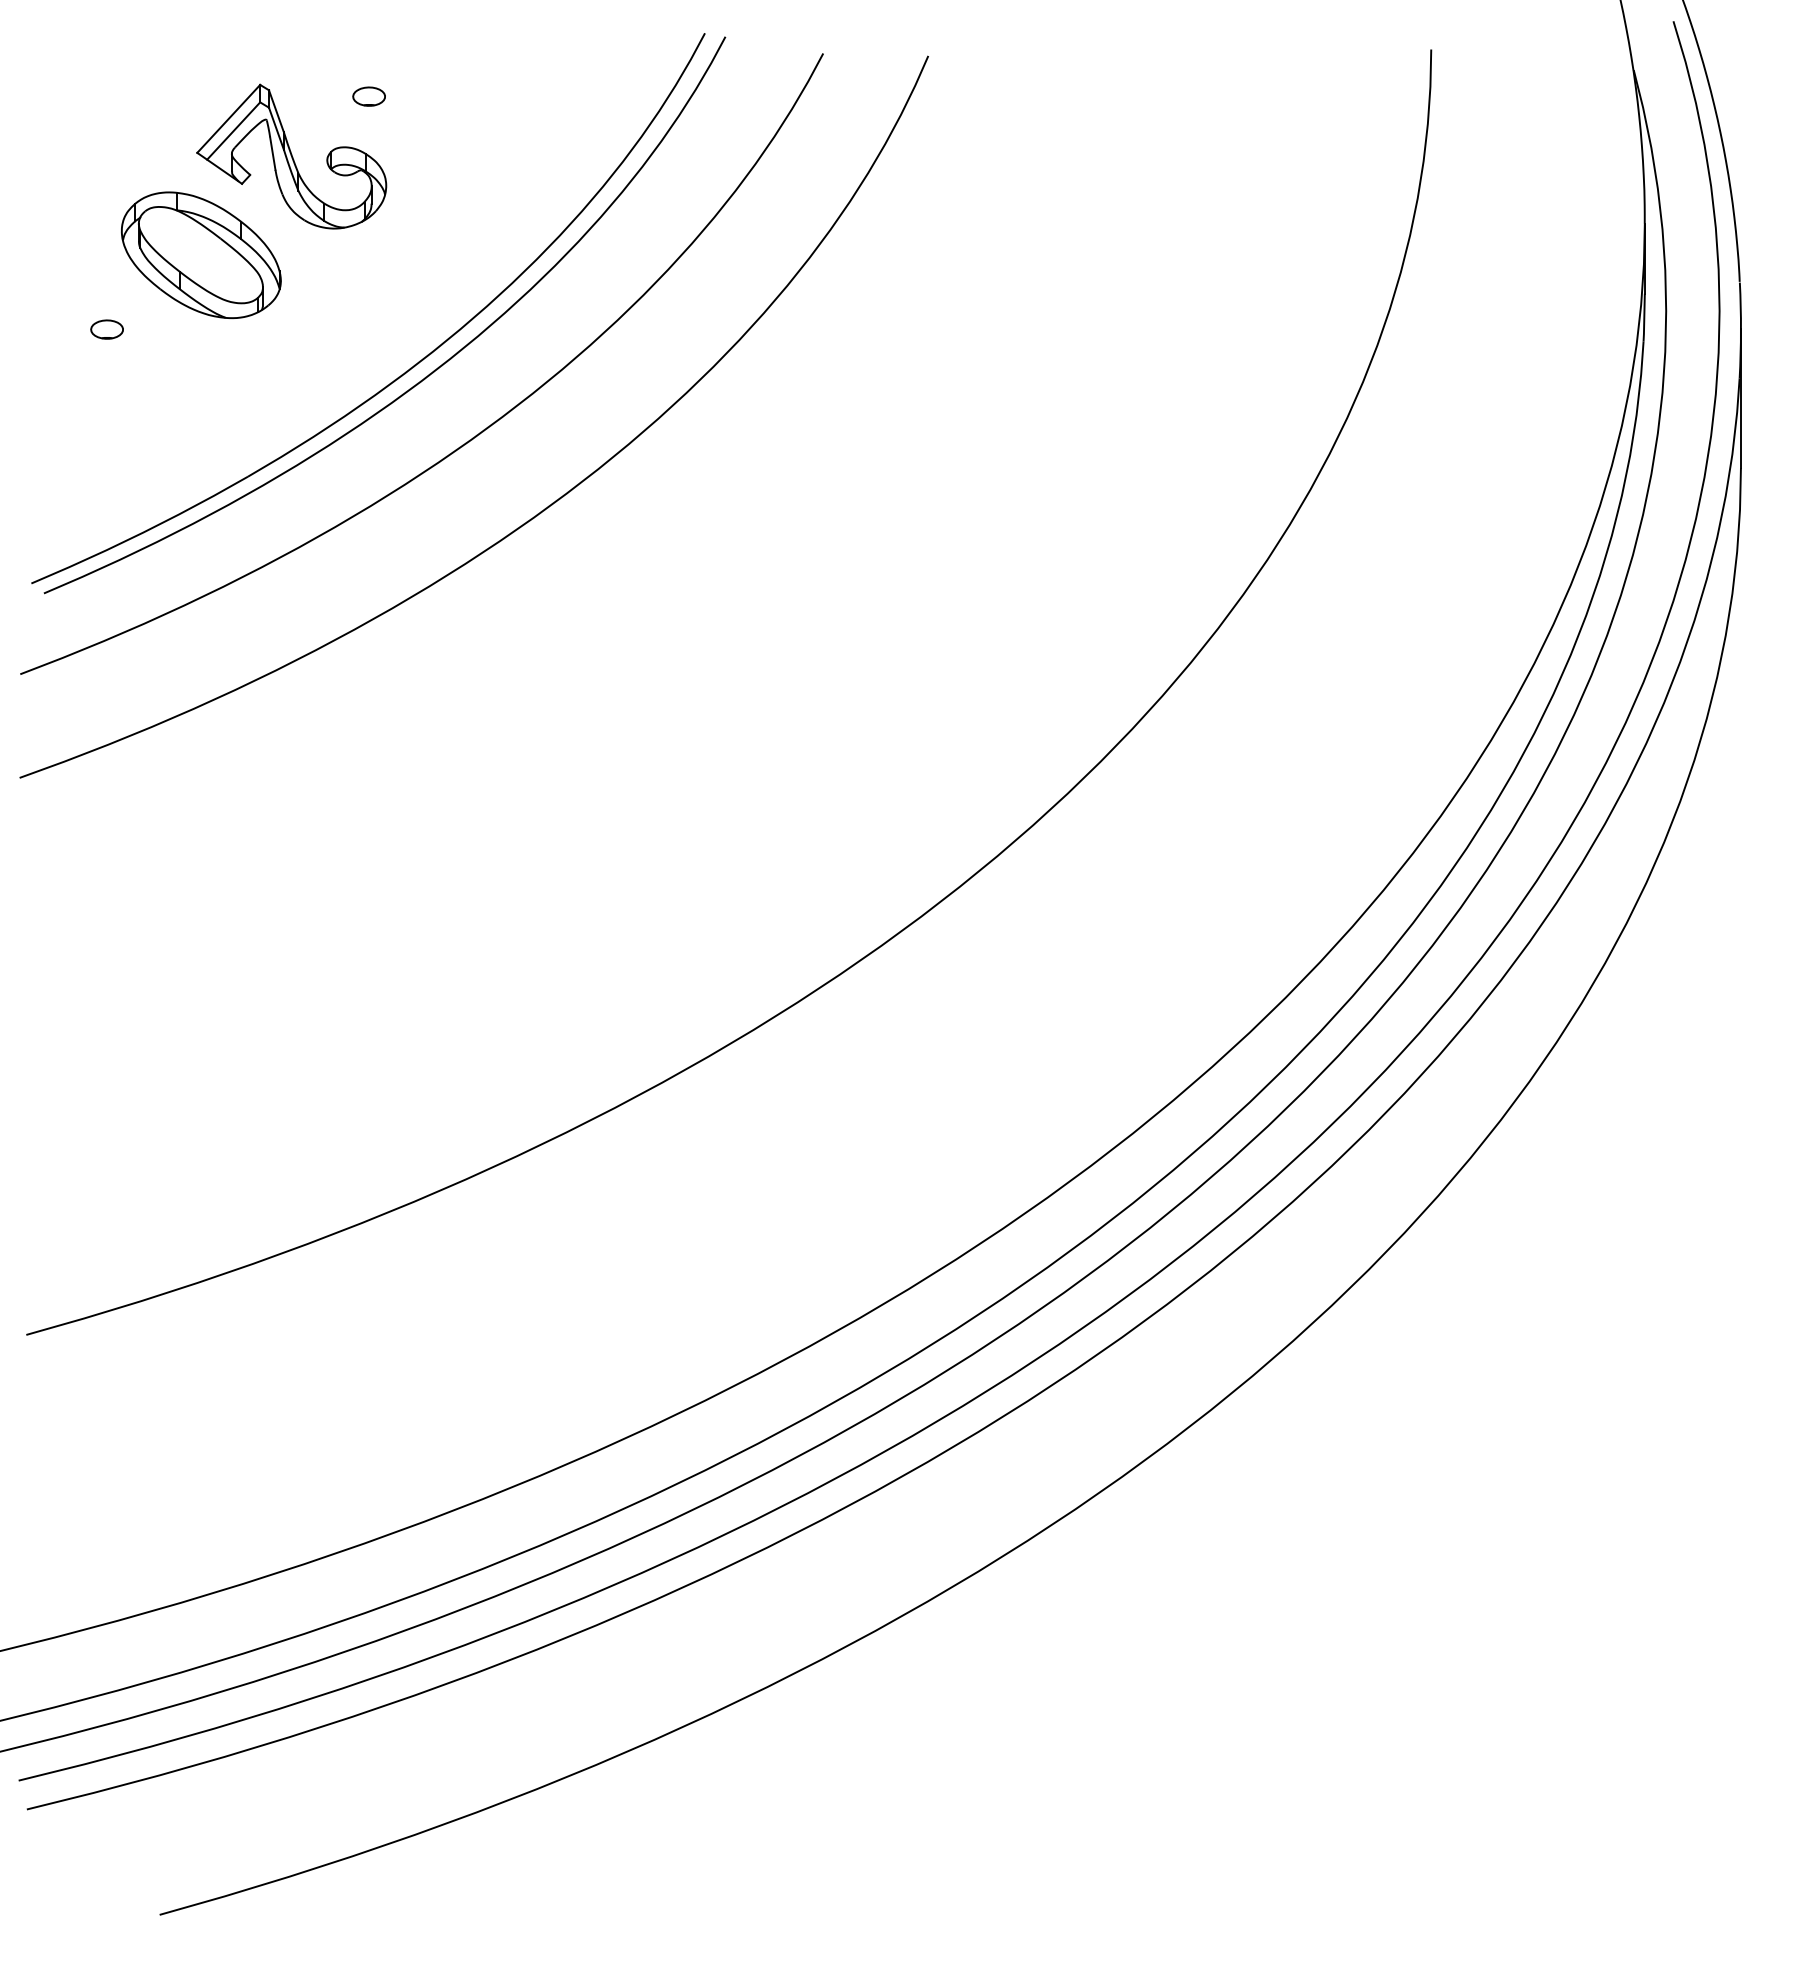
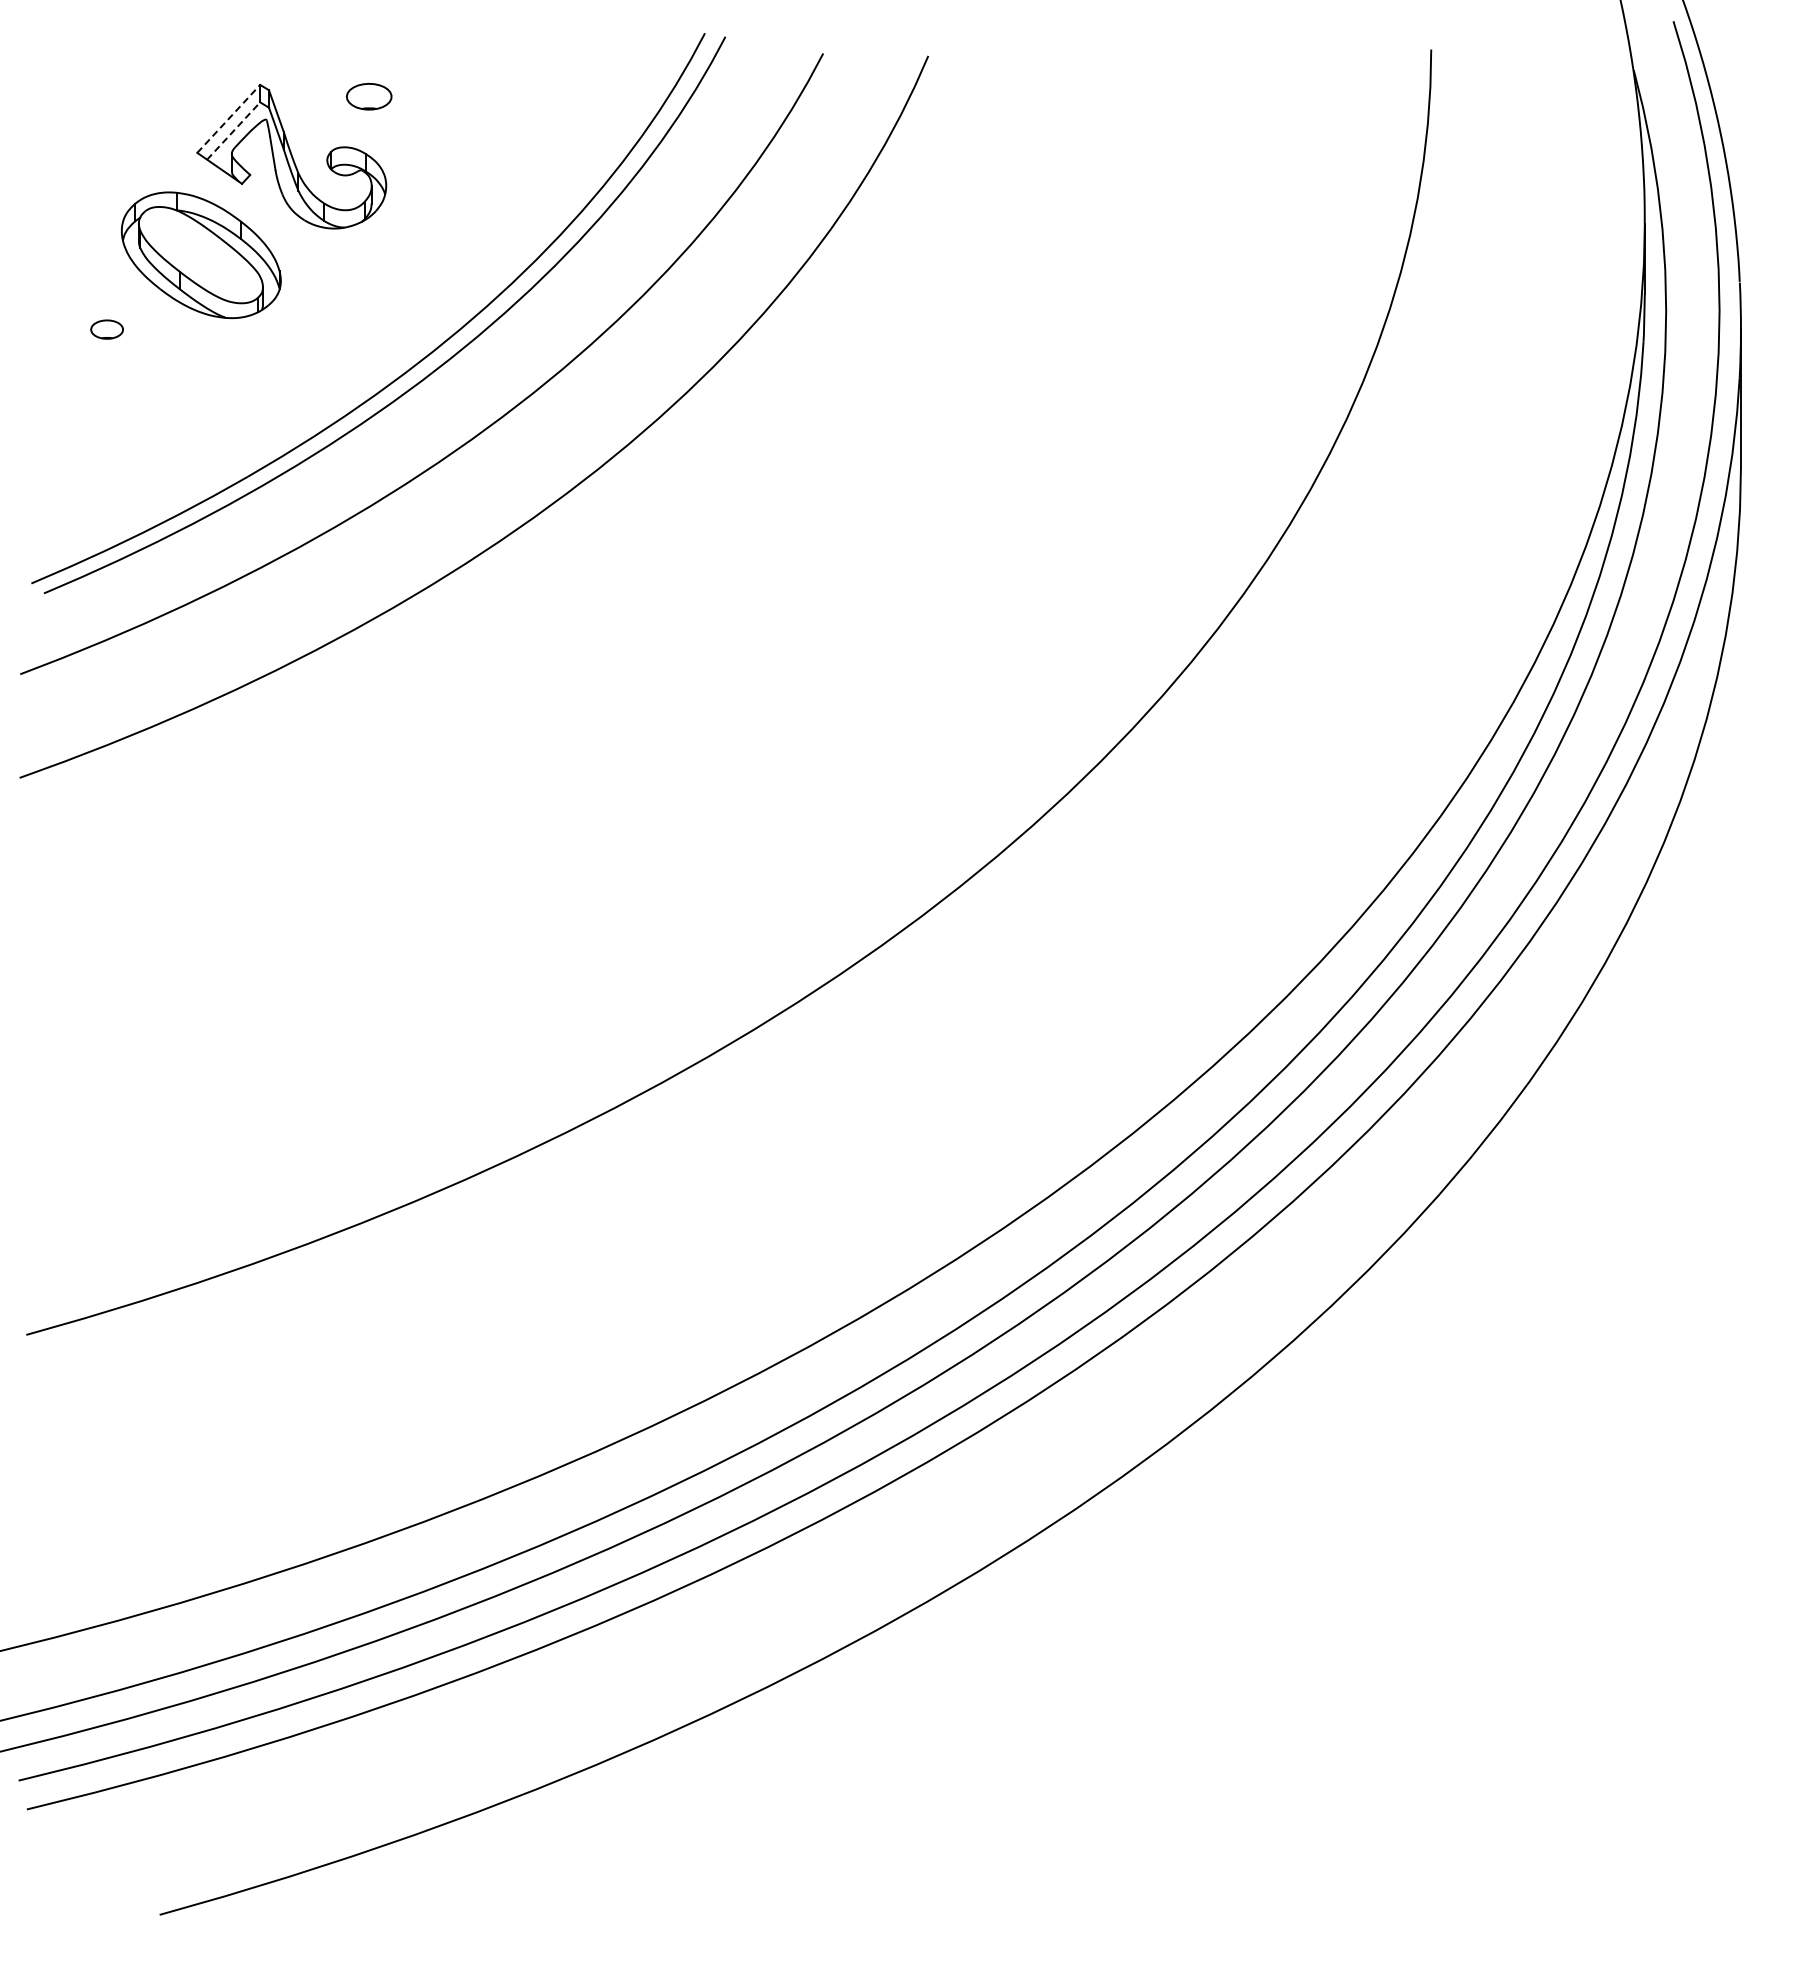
part at (368, 96) size: 34x21 px -> 47x29 px
line at (229, 118): solid -> dashed
line at (234, 130): solid -> dashed
